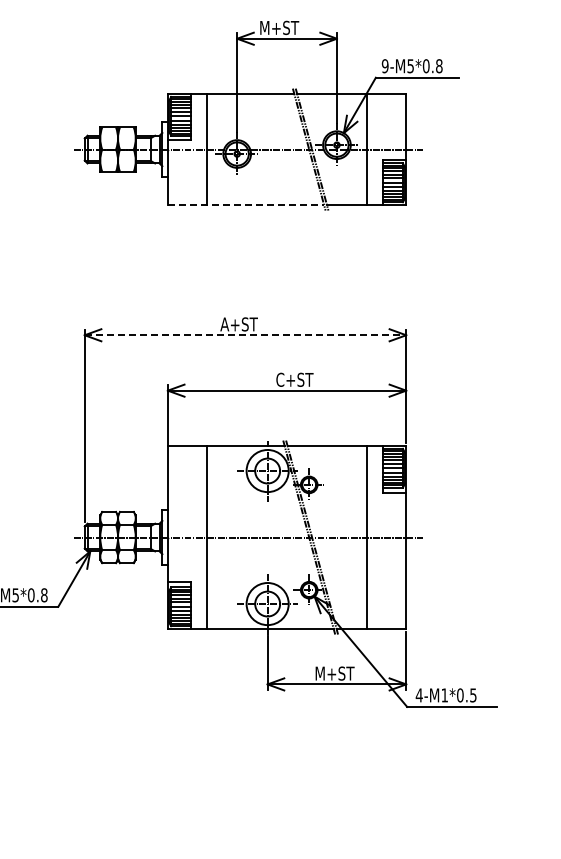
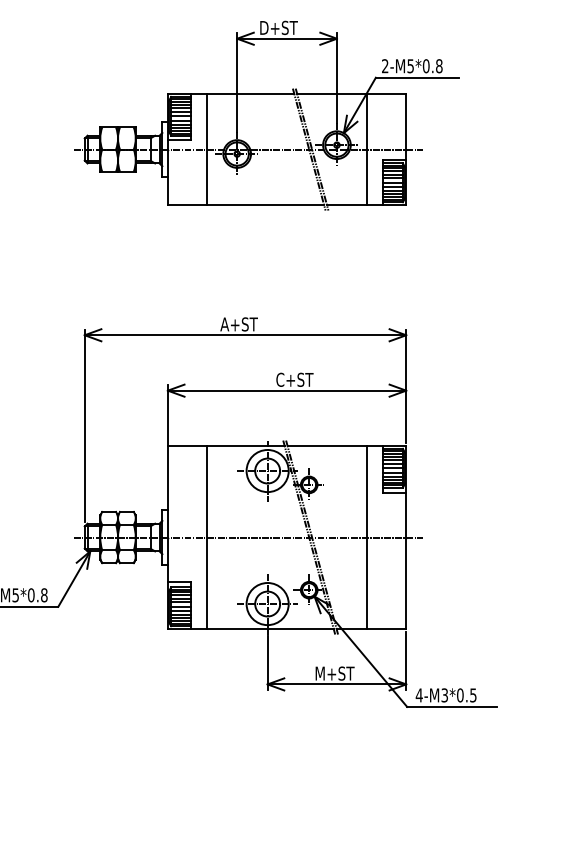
text at (280, 27): M+ST -> D+ST
text at (384, 66): 9-M5*0.8 -> 2-M5*0.8
line at (246, 205): dashed -> solid
line at (245, 335): dashed -> solid
text at (444, 695): 4-M1*0.5 -> 4-M3*0.5
